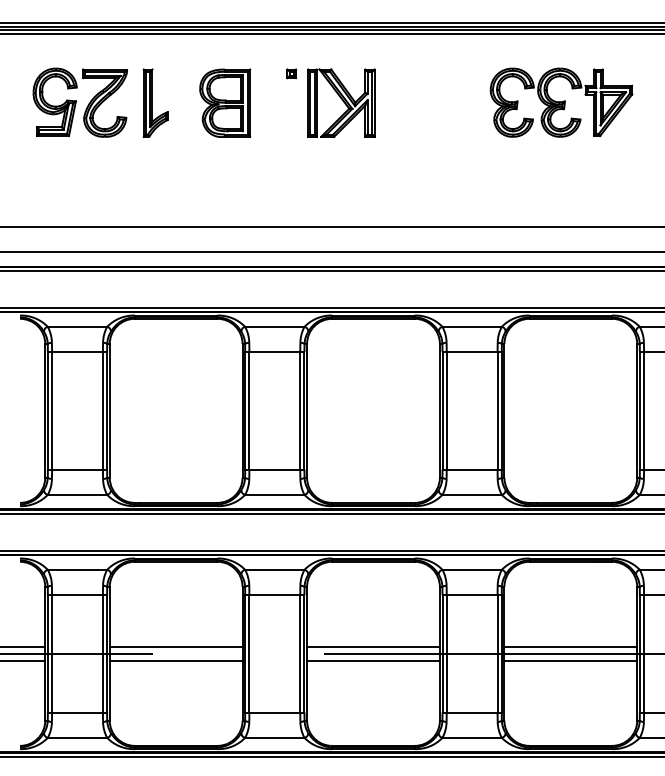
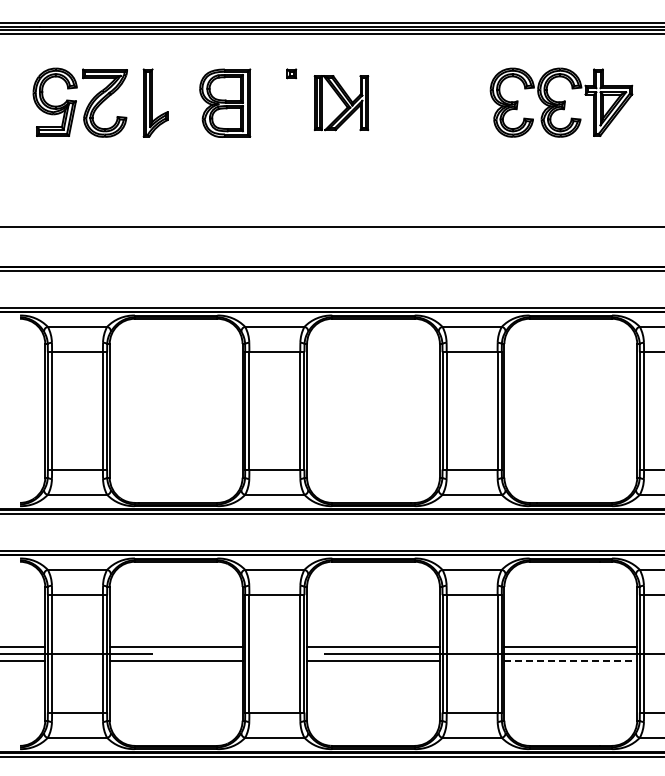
part at (341, 102) size: 69x70 px -> 57x57 px
line at (331, 251): present -> none
line at (571, 660): solid -> dashed
